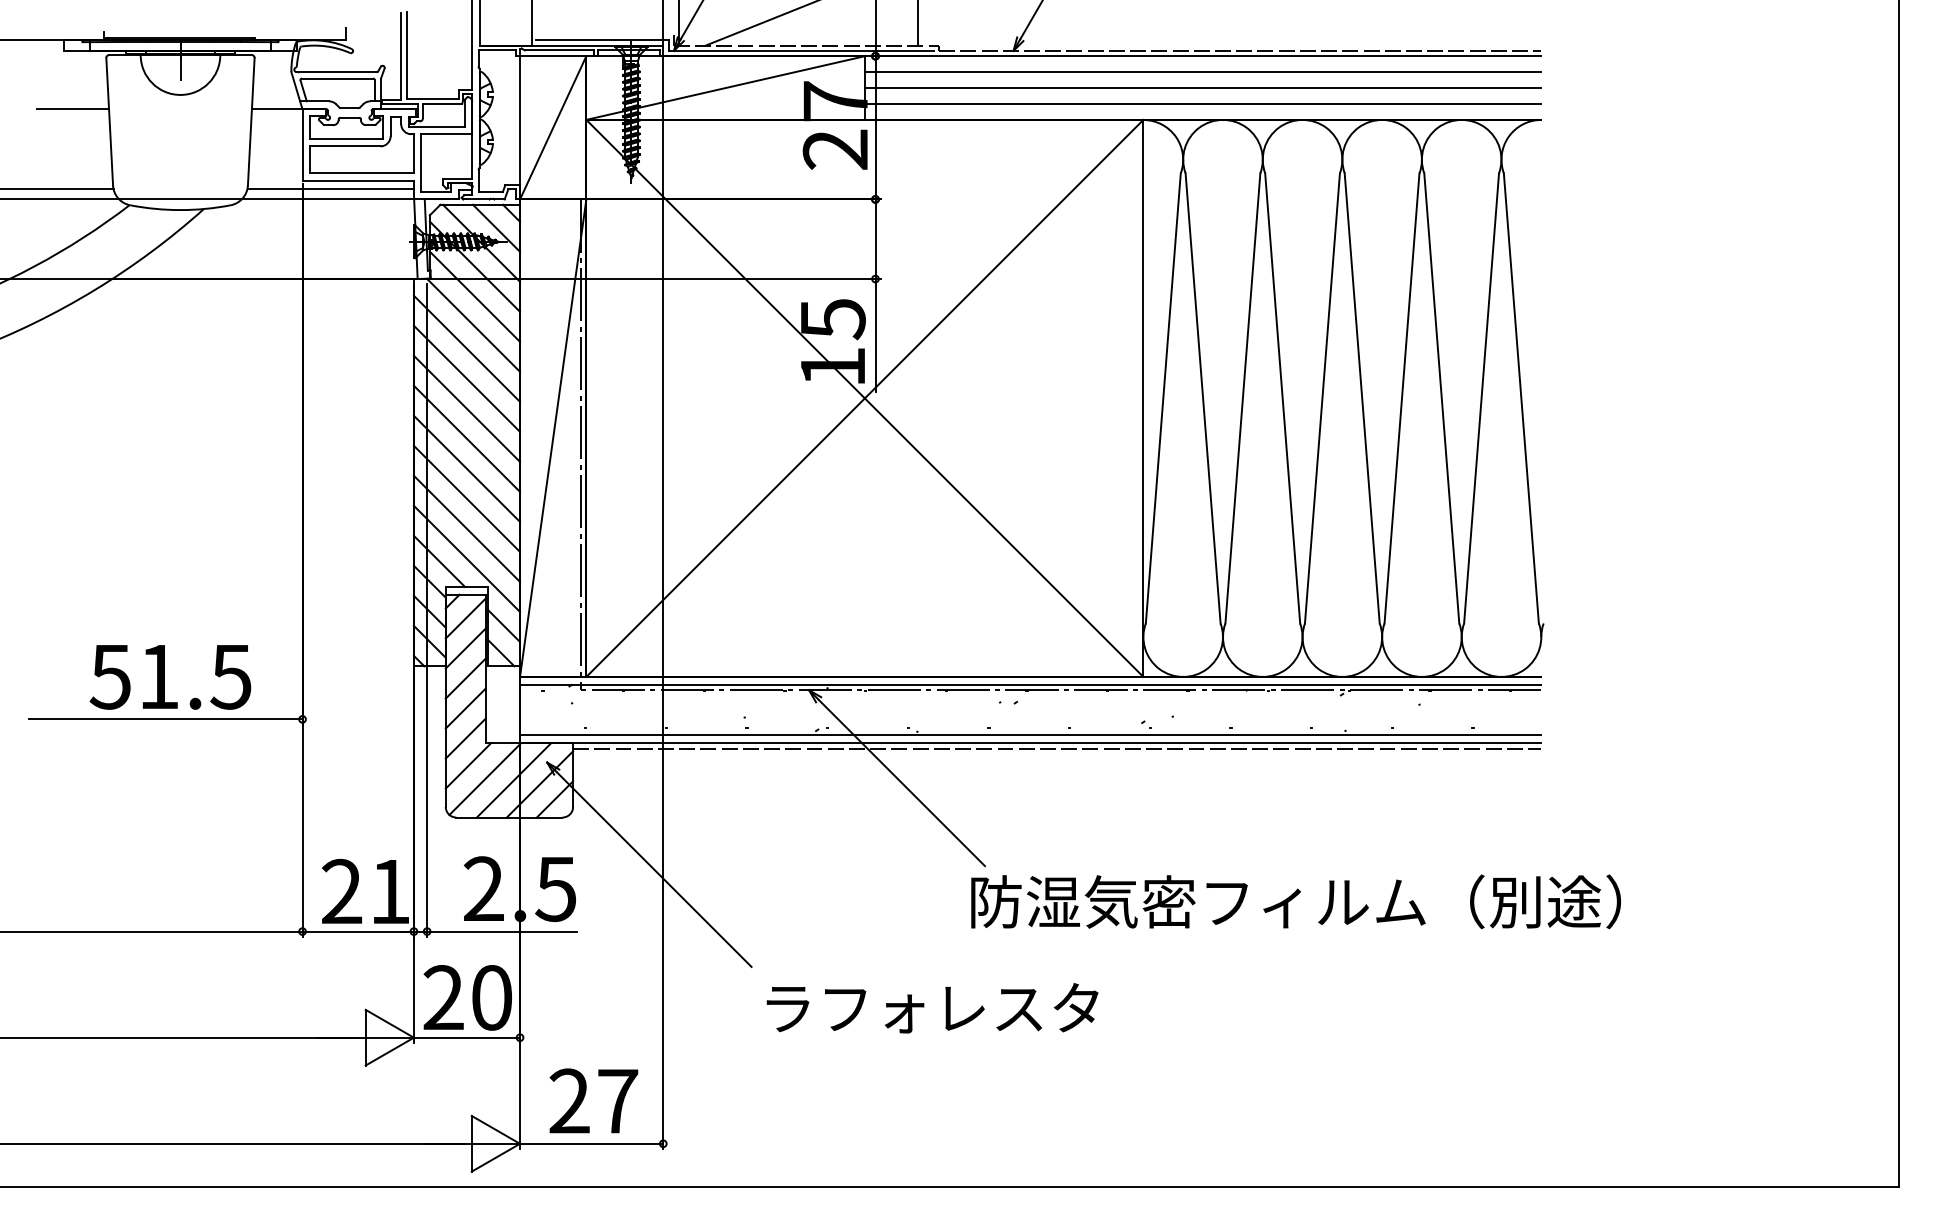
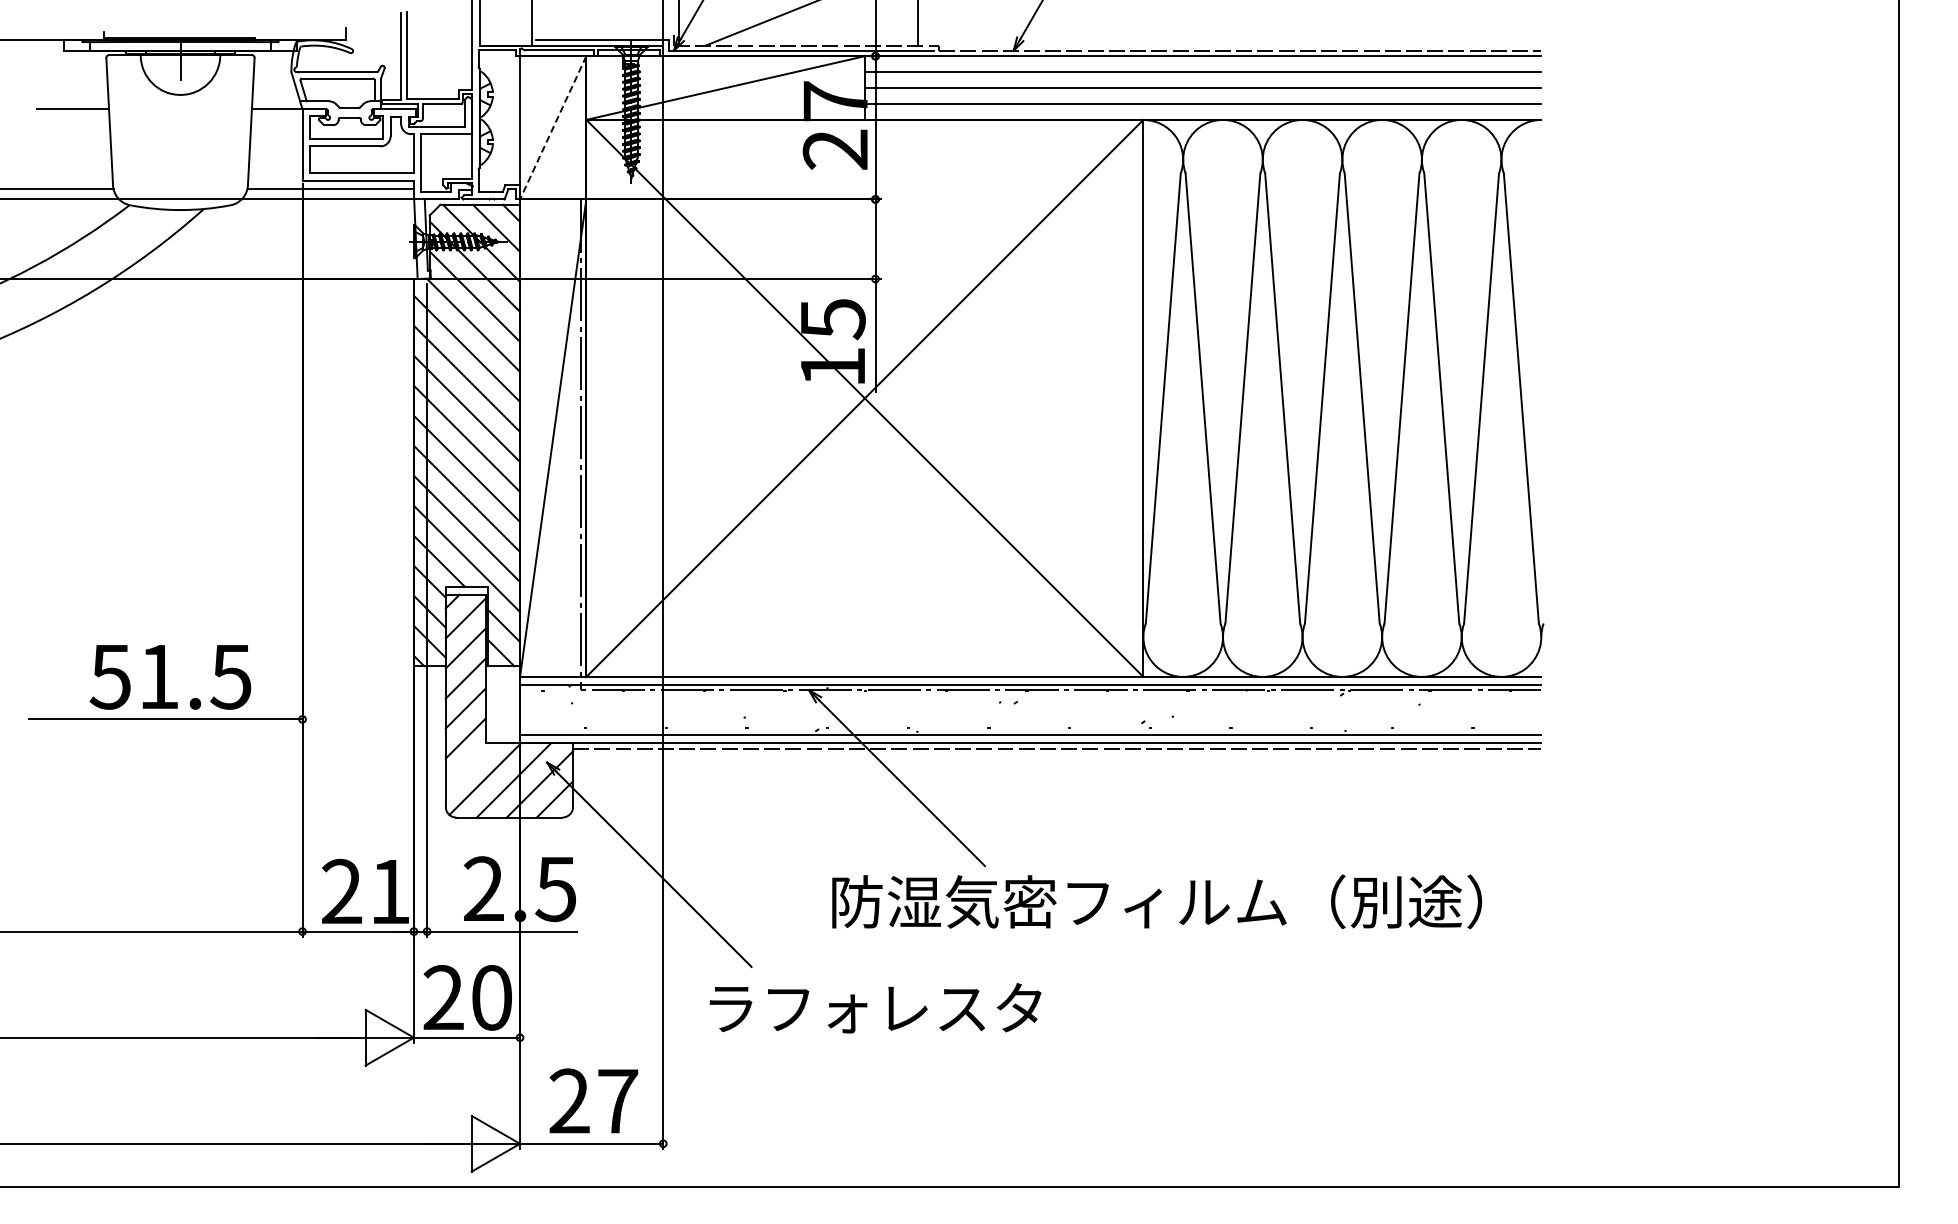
line at (553, 127): solid -> dashed
line at (468, 765): present -> none
text at (1296, 901) position: (1296, 901) -> (1157, 901)
text at (932, 1008) position: (932, 1008) -> (875, 1008)
